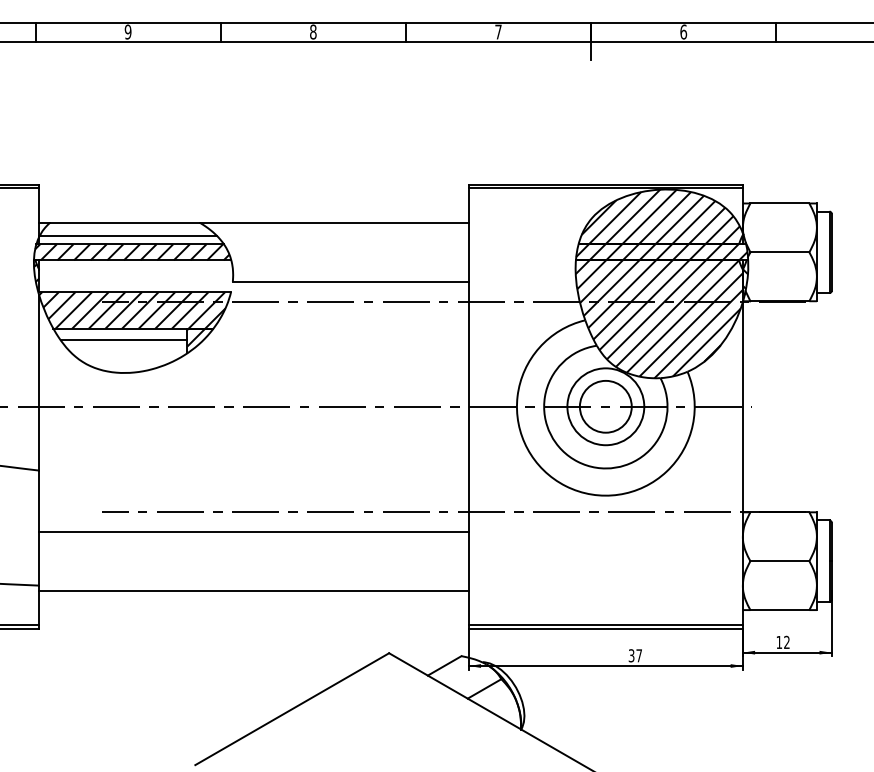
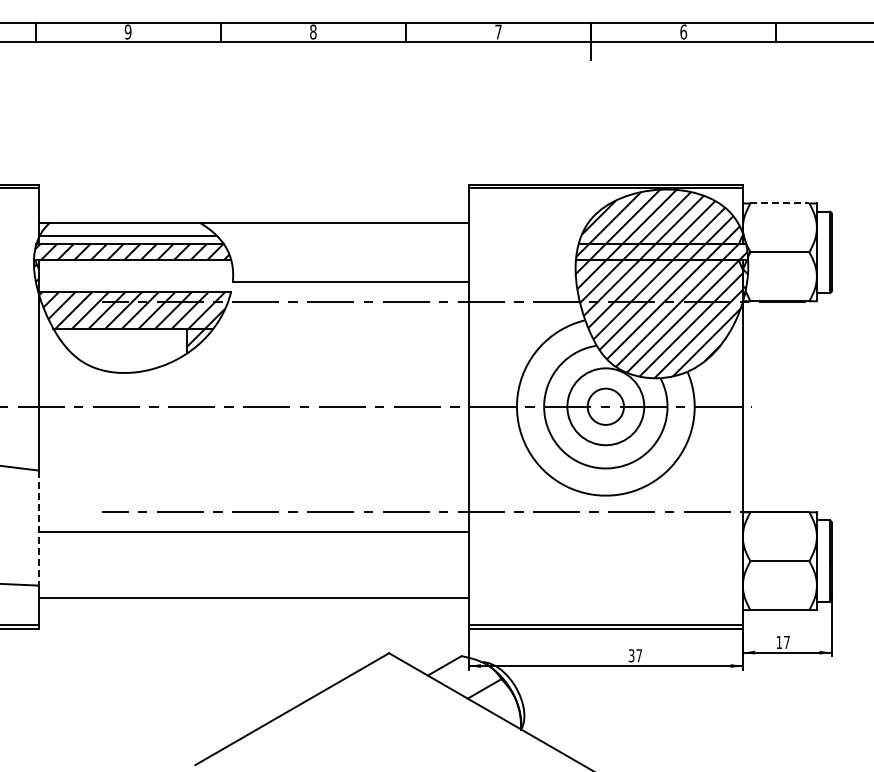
line at (780, 203): solid -> dashed
line at (123, 340): present -> none
circle at (605, 406) diameter: 52 px -> 36 px
line at (39, 528): solid -> dashed
line at (253, 590) position: (253, 590) -> (253, 597)
text at (786, 641): 12 -> 17
